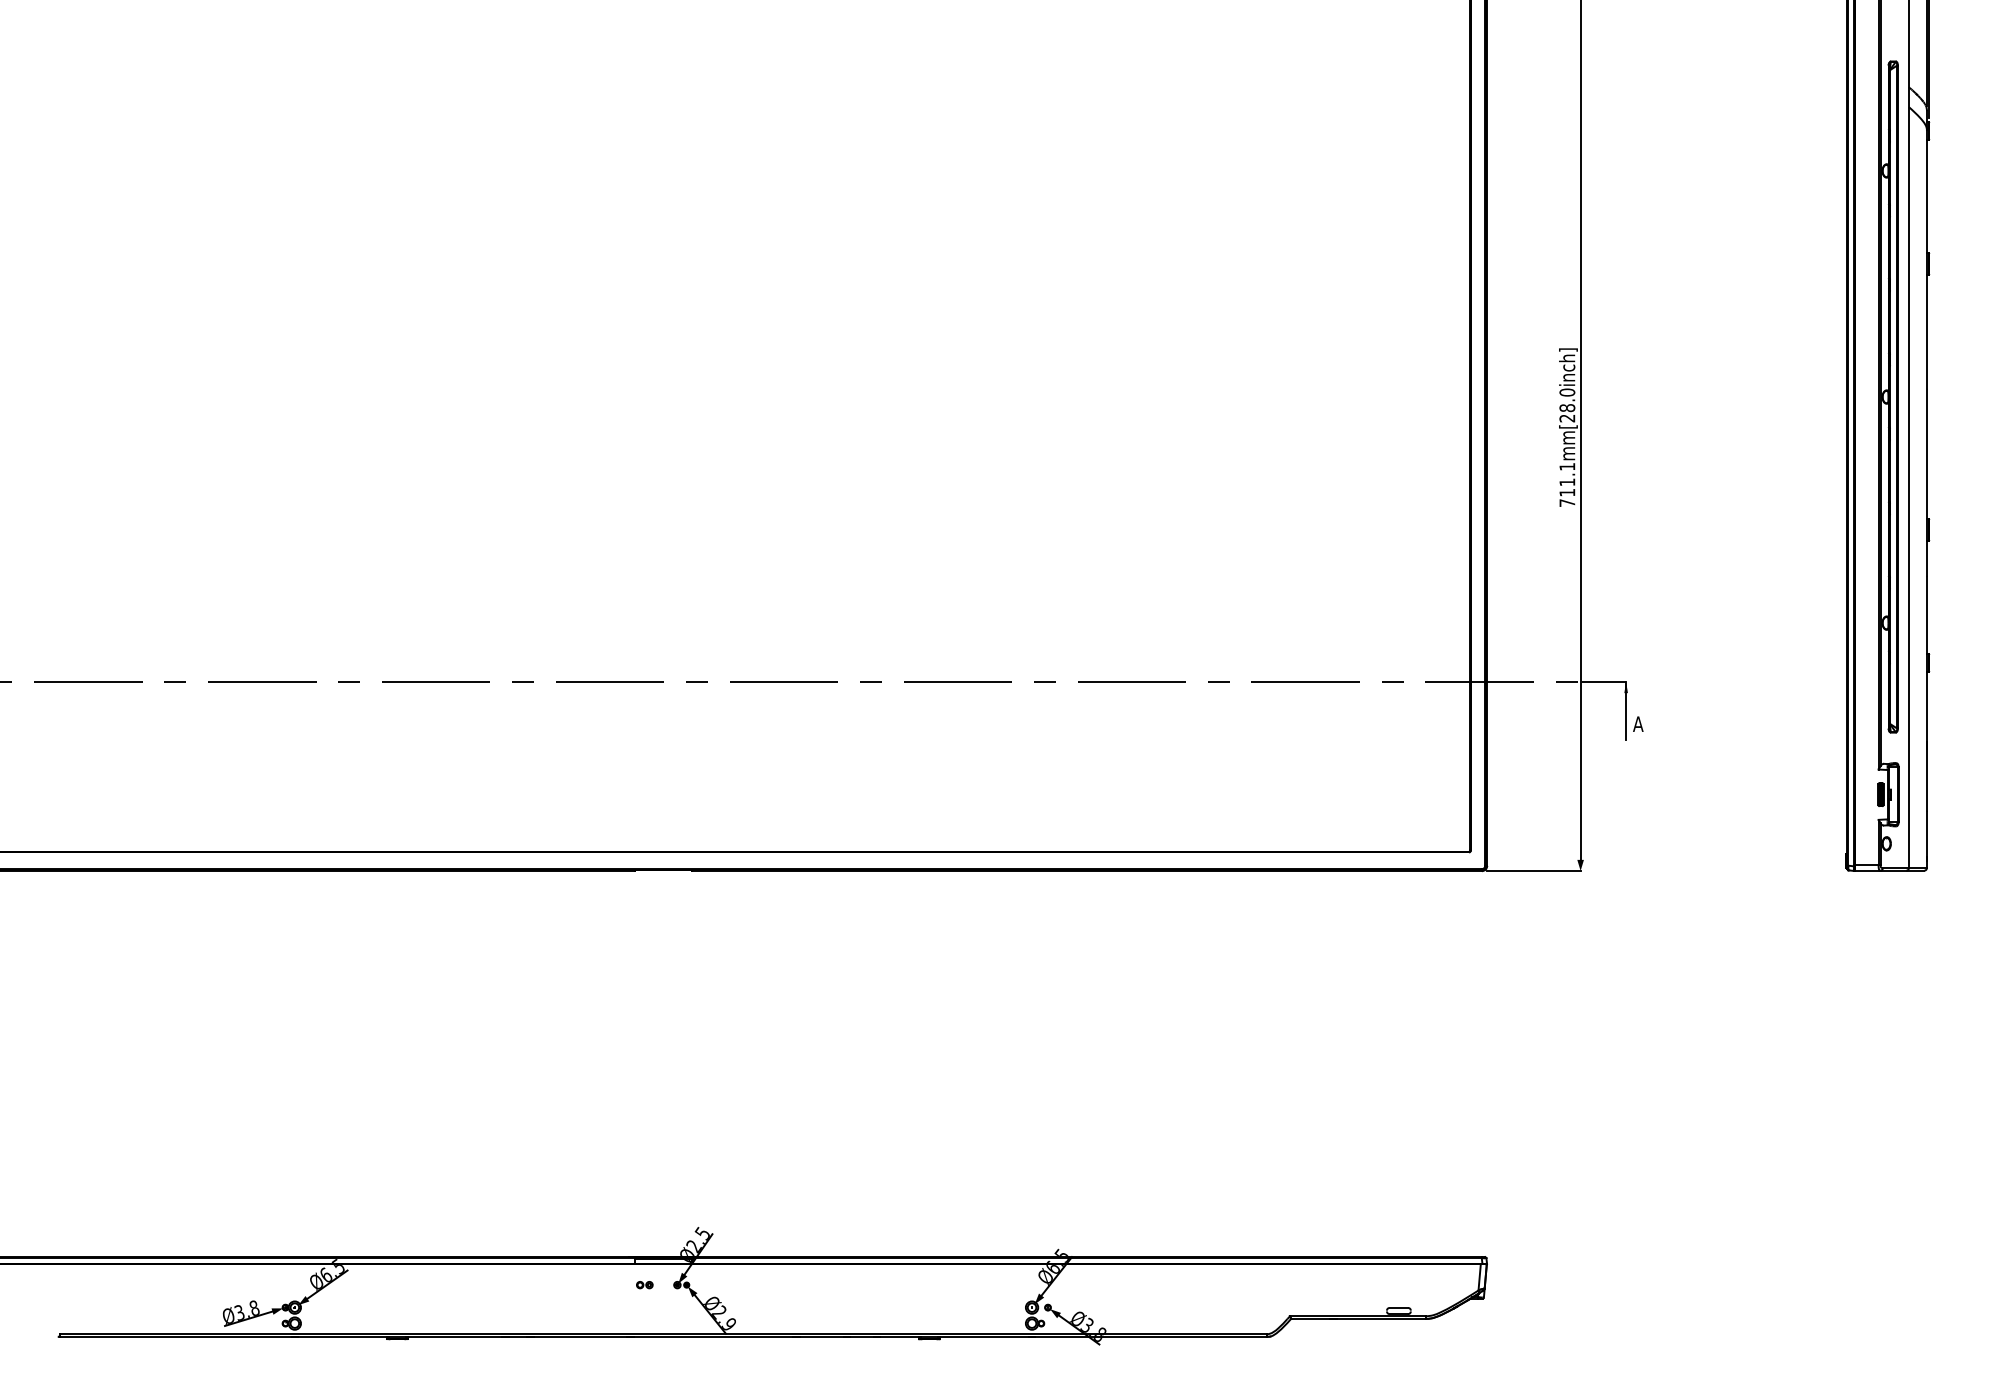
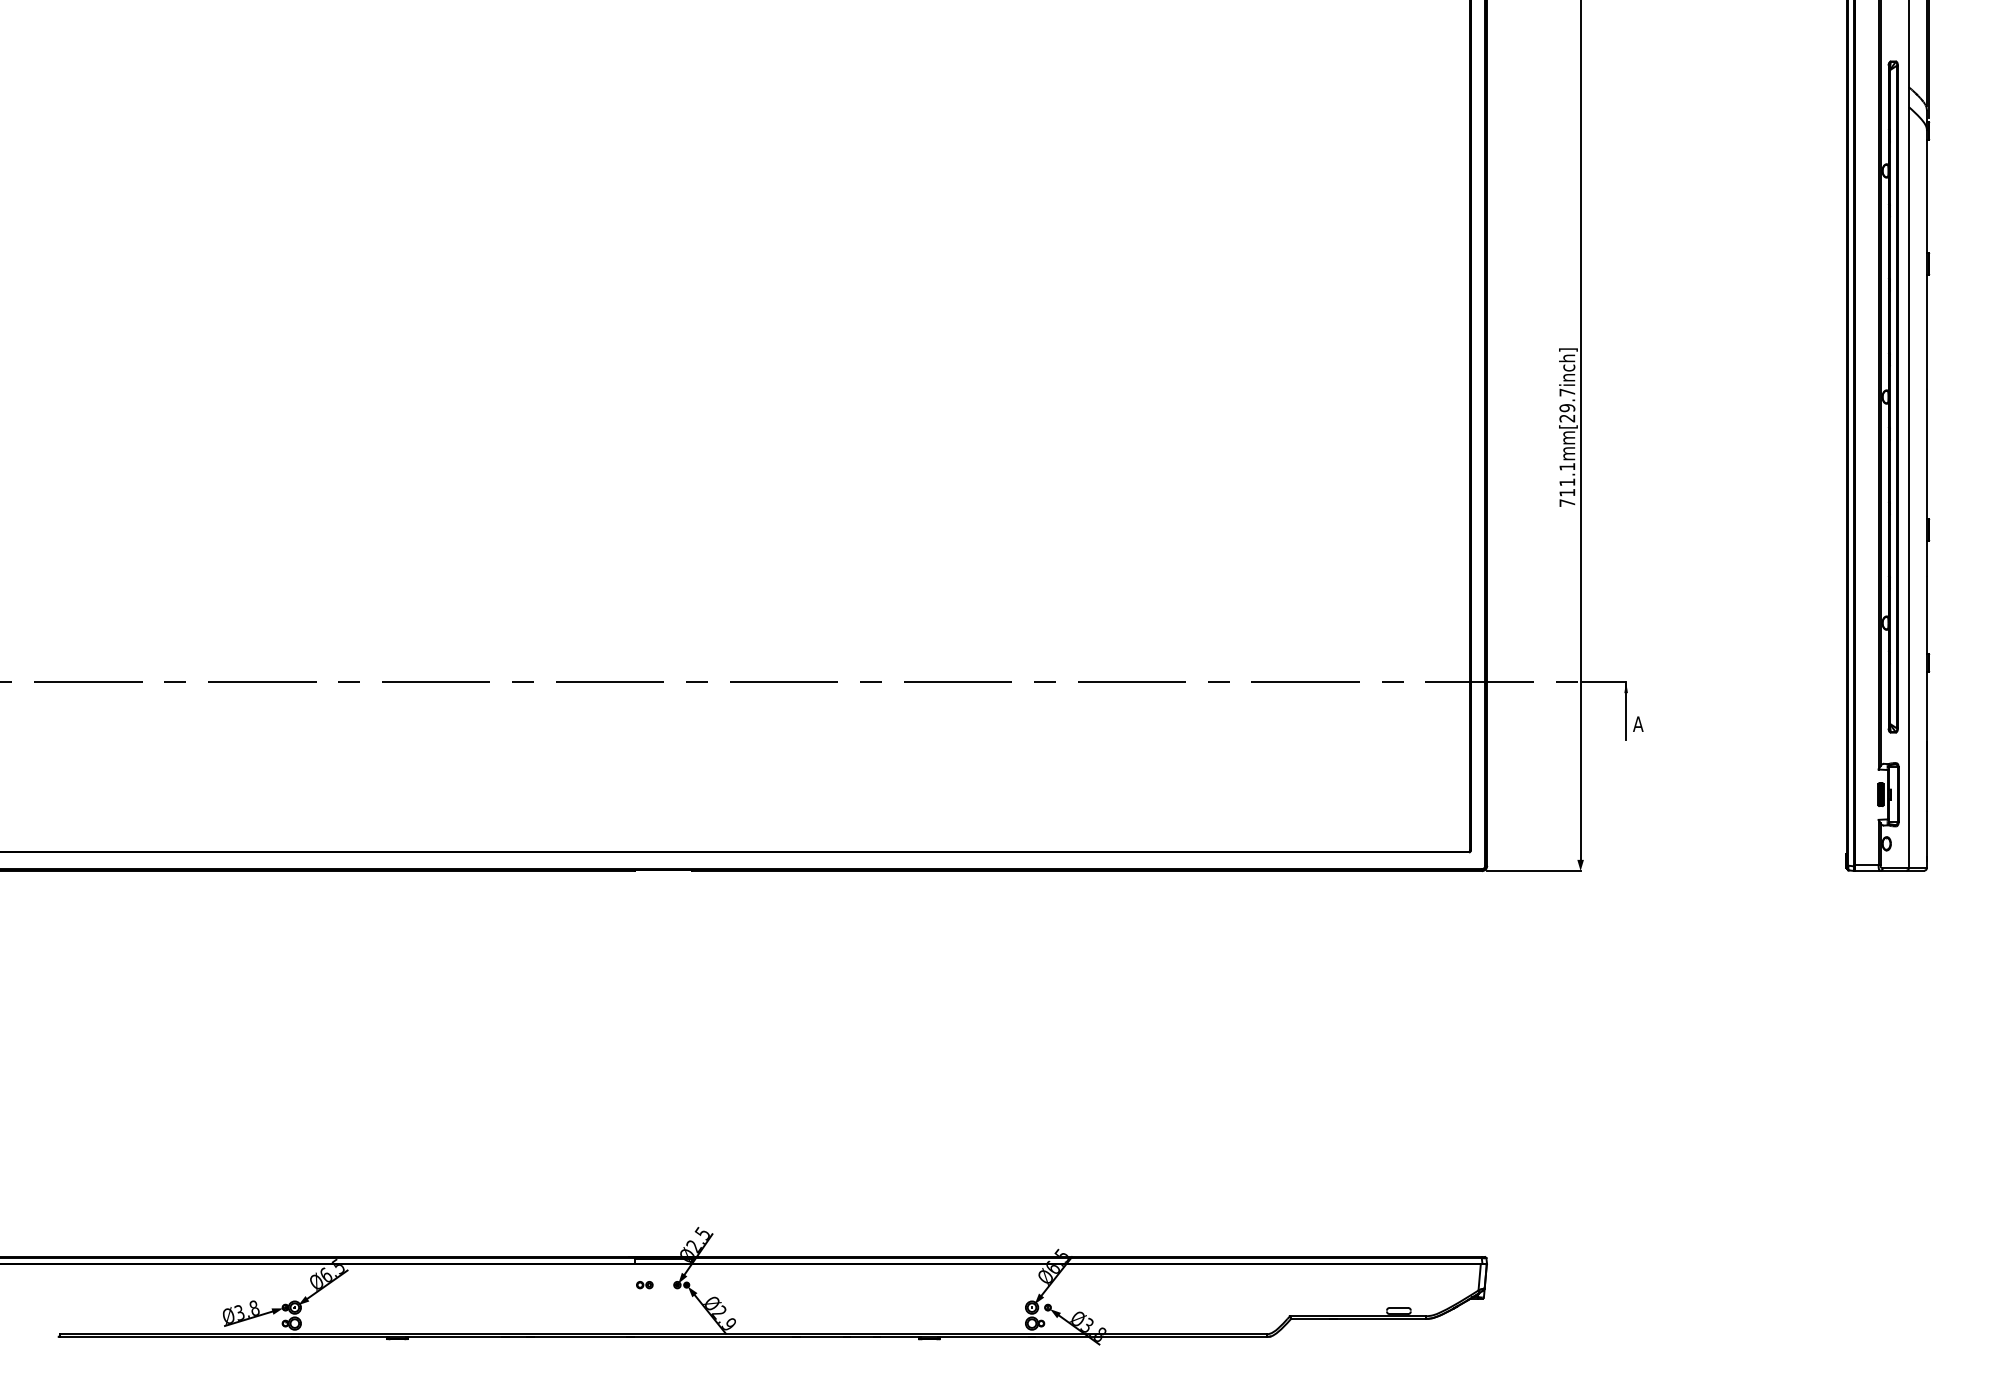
text at (1567, 400): 711.1mm[28.0inch] -> 711.1mm[29.7inch]
